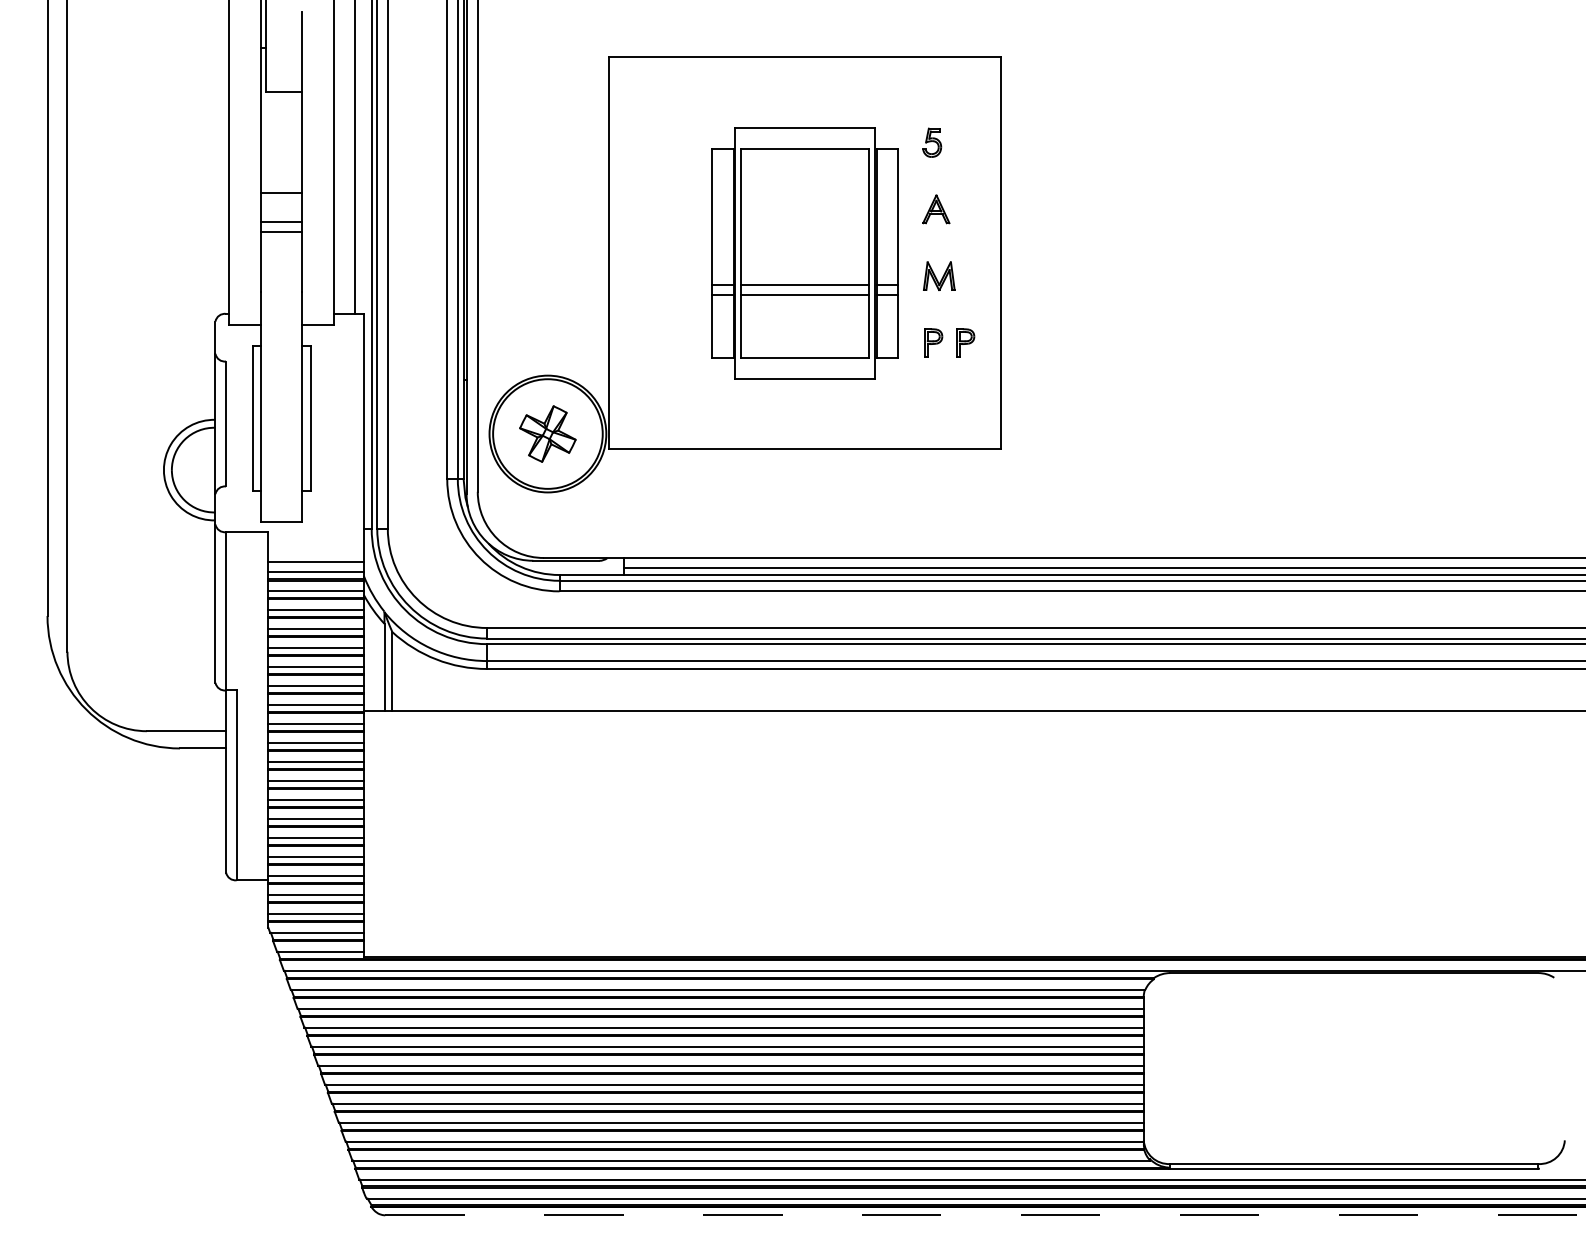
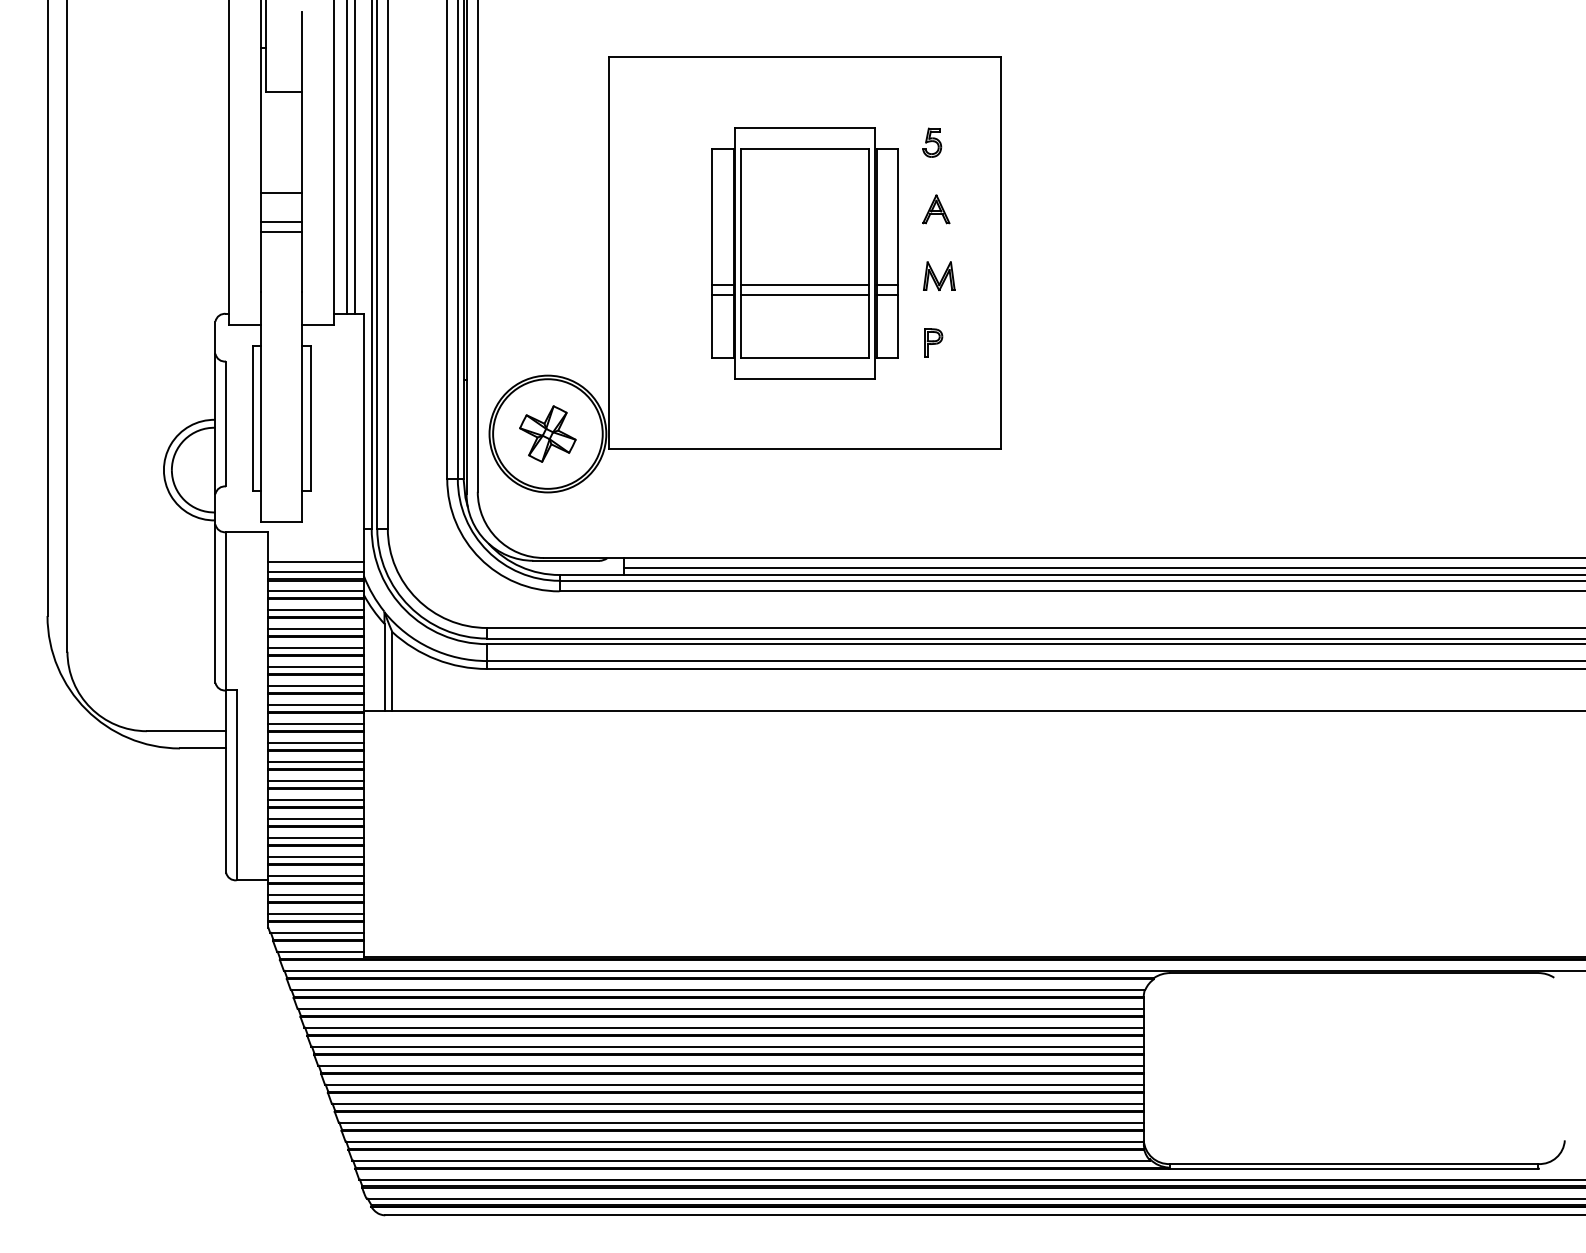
line at (347, 157): none -> present
part at (965, 342): present -> none
line at (986, 1215): dashed -> solid
